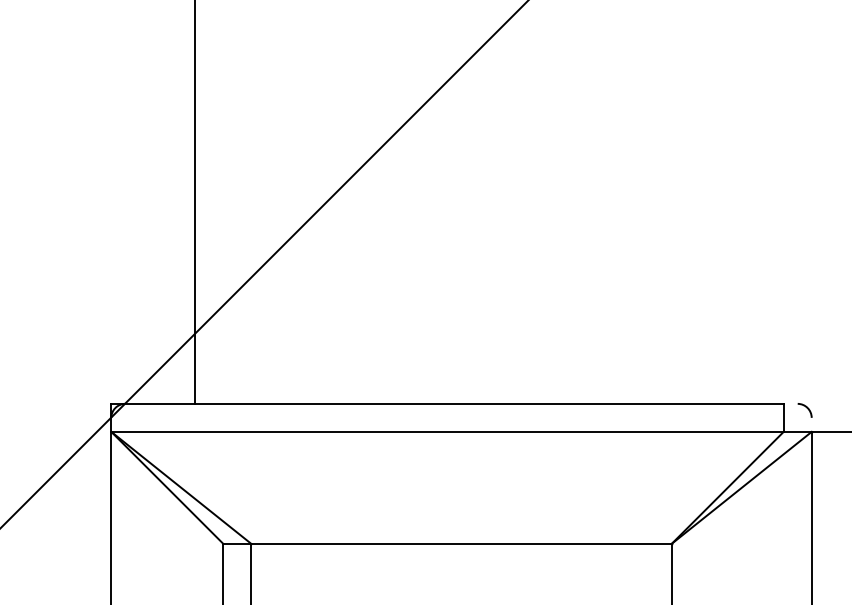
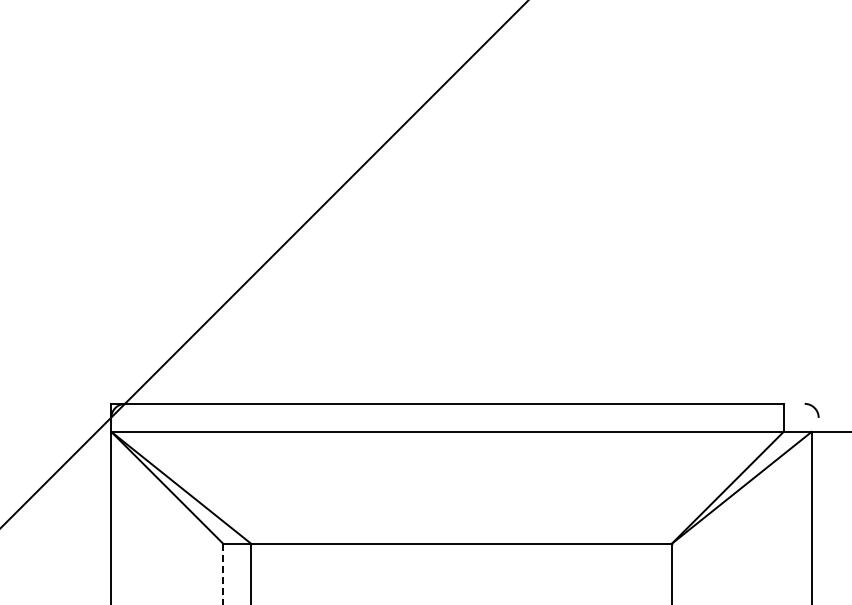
line at (195, 202): present -> none
curve at (806, 408) position: (806, 408) -> (813, 408)
line at (223, 574): solid -> dashed
